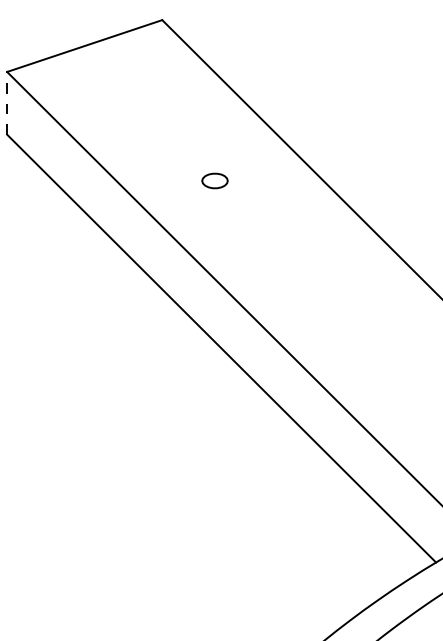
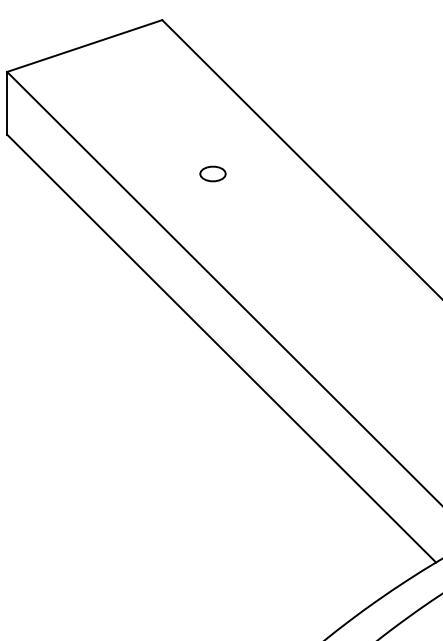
line at (7, 102): dashed -> solid
part at (214, 180) position: (214, 180) -> (212, 173)
